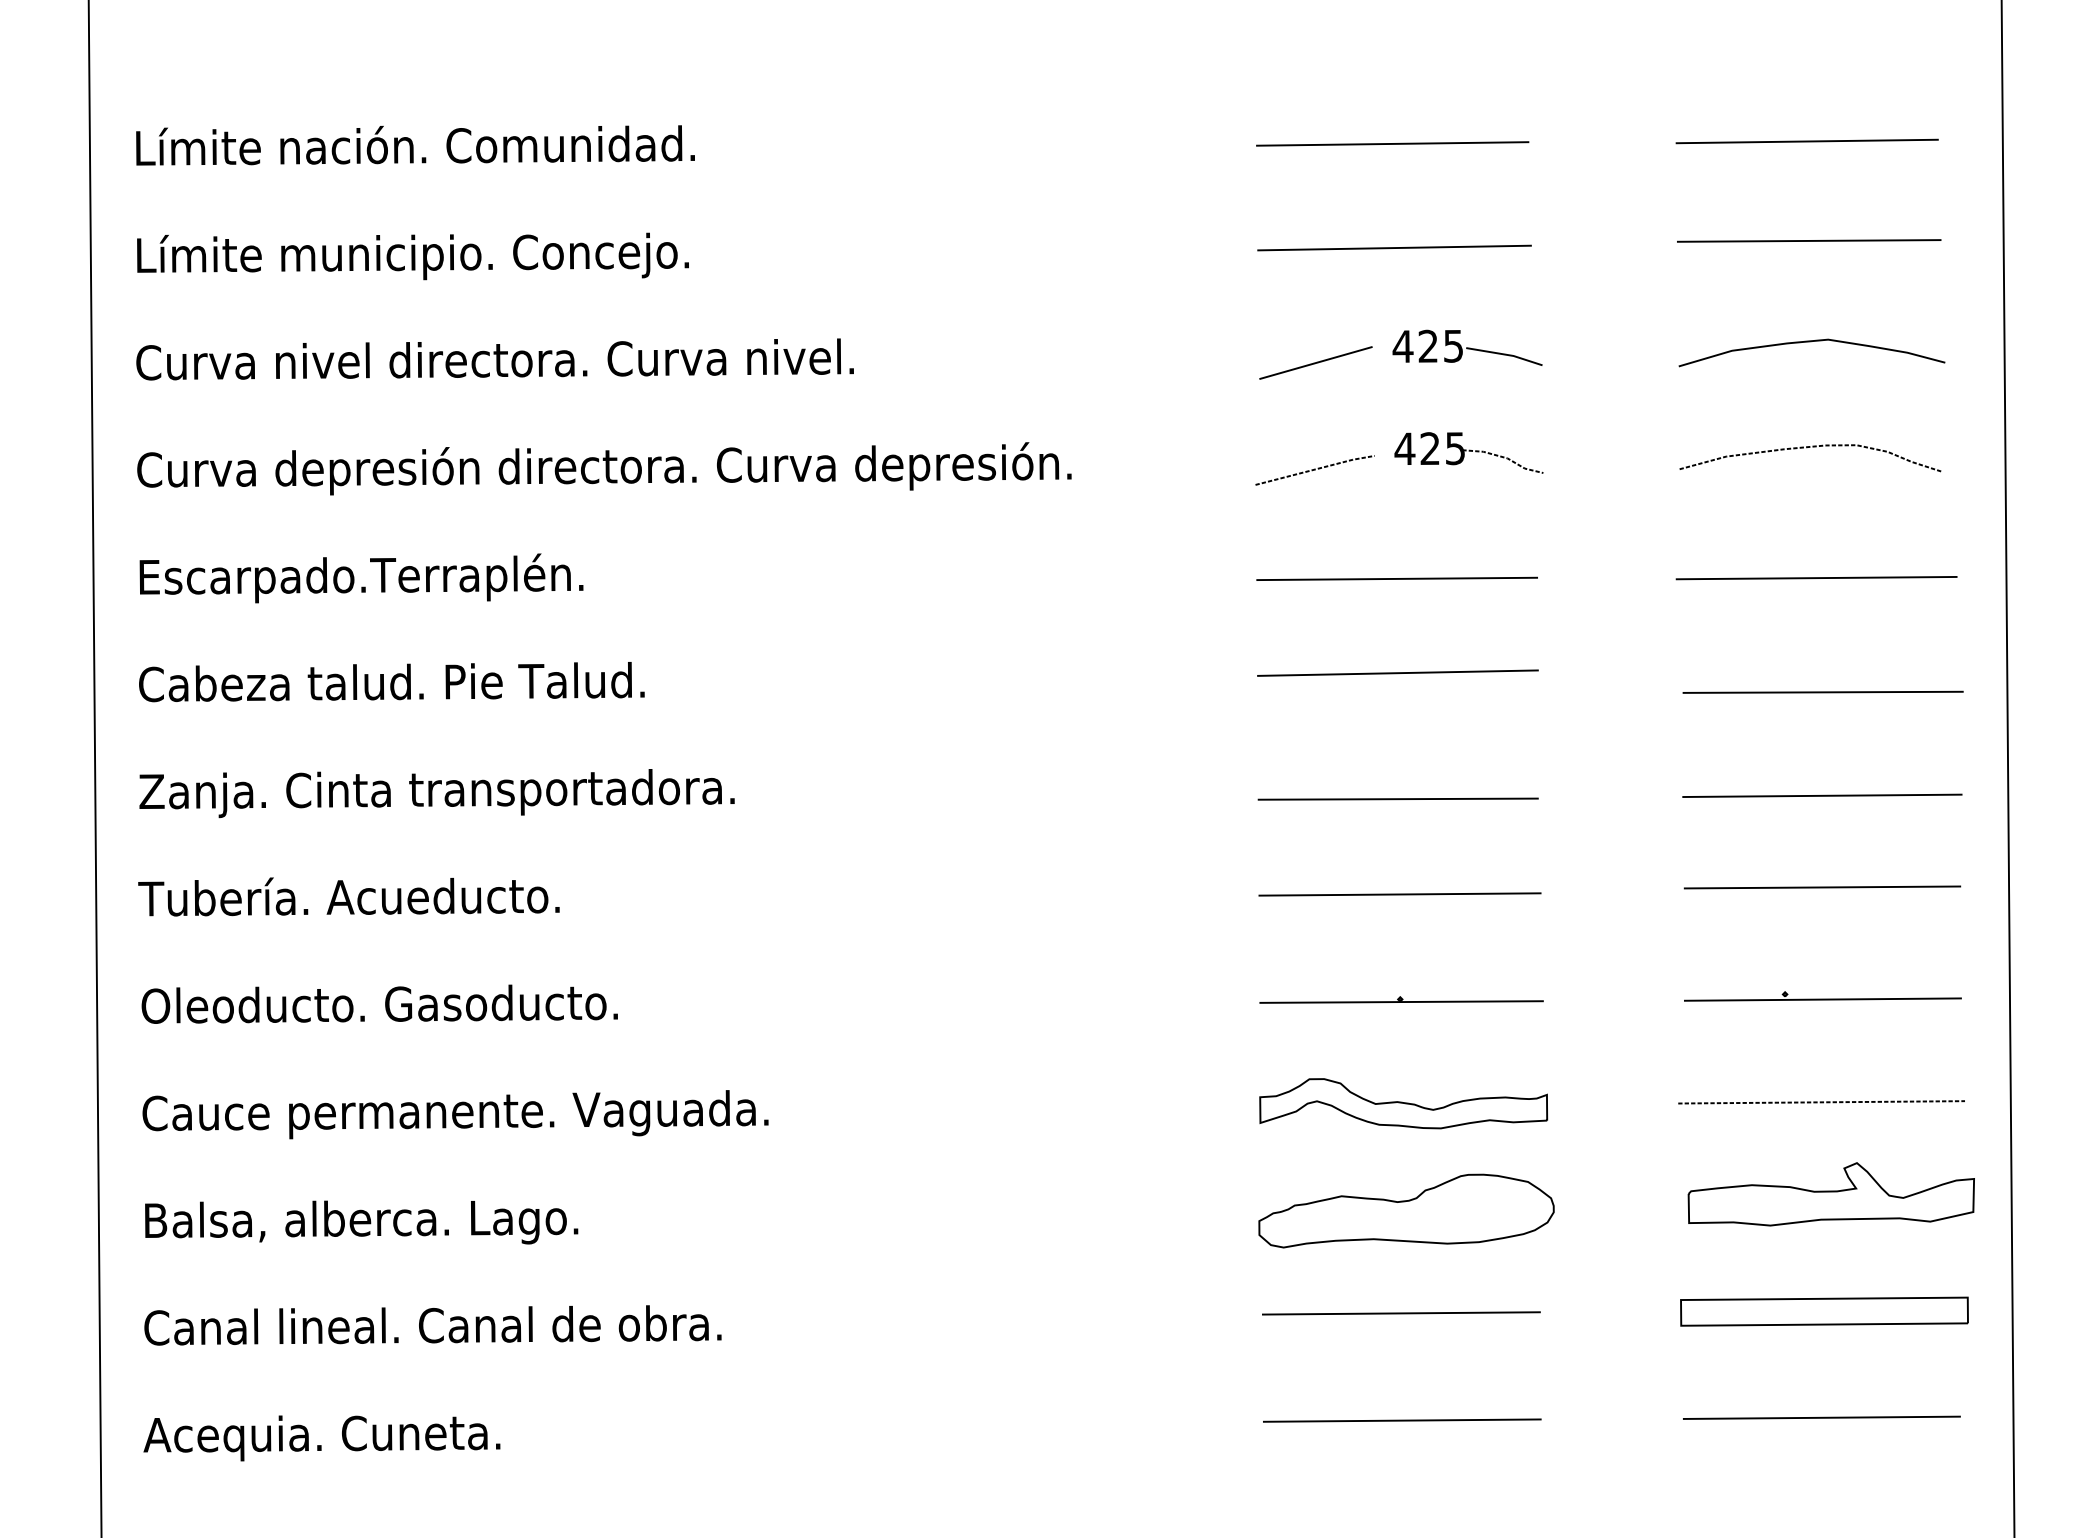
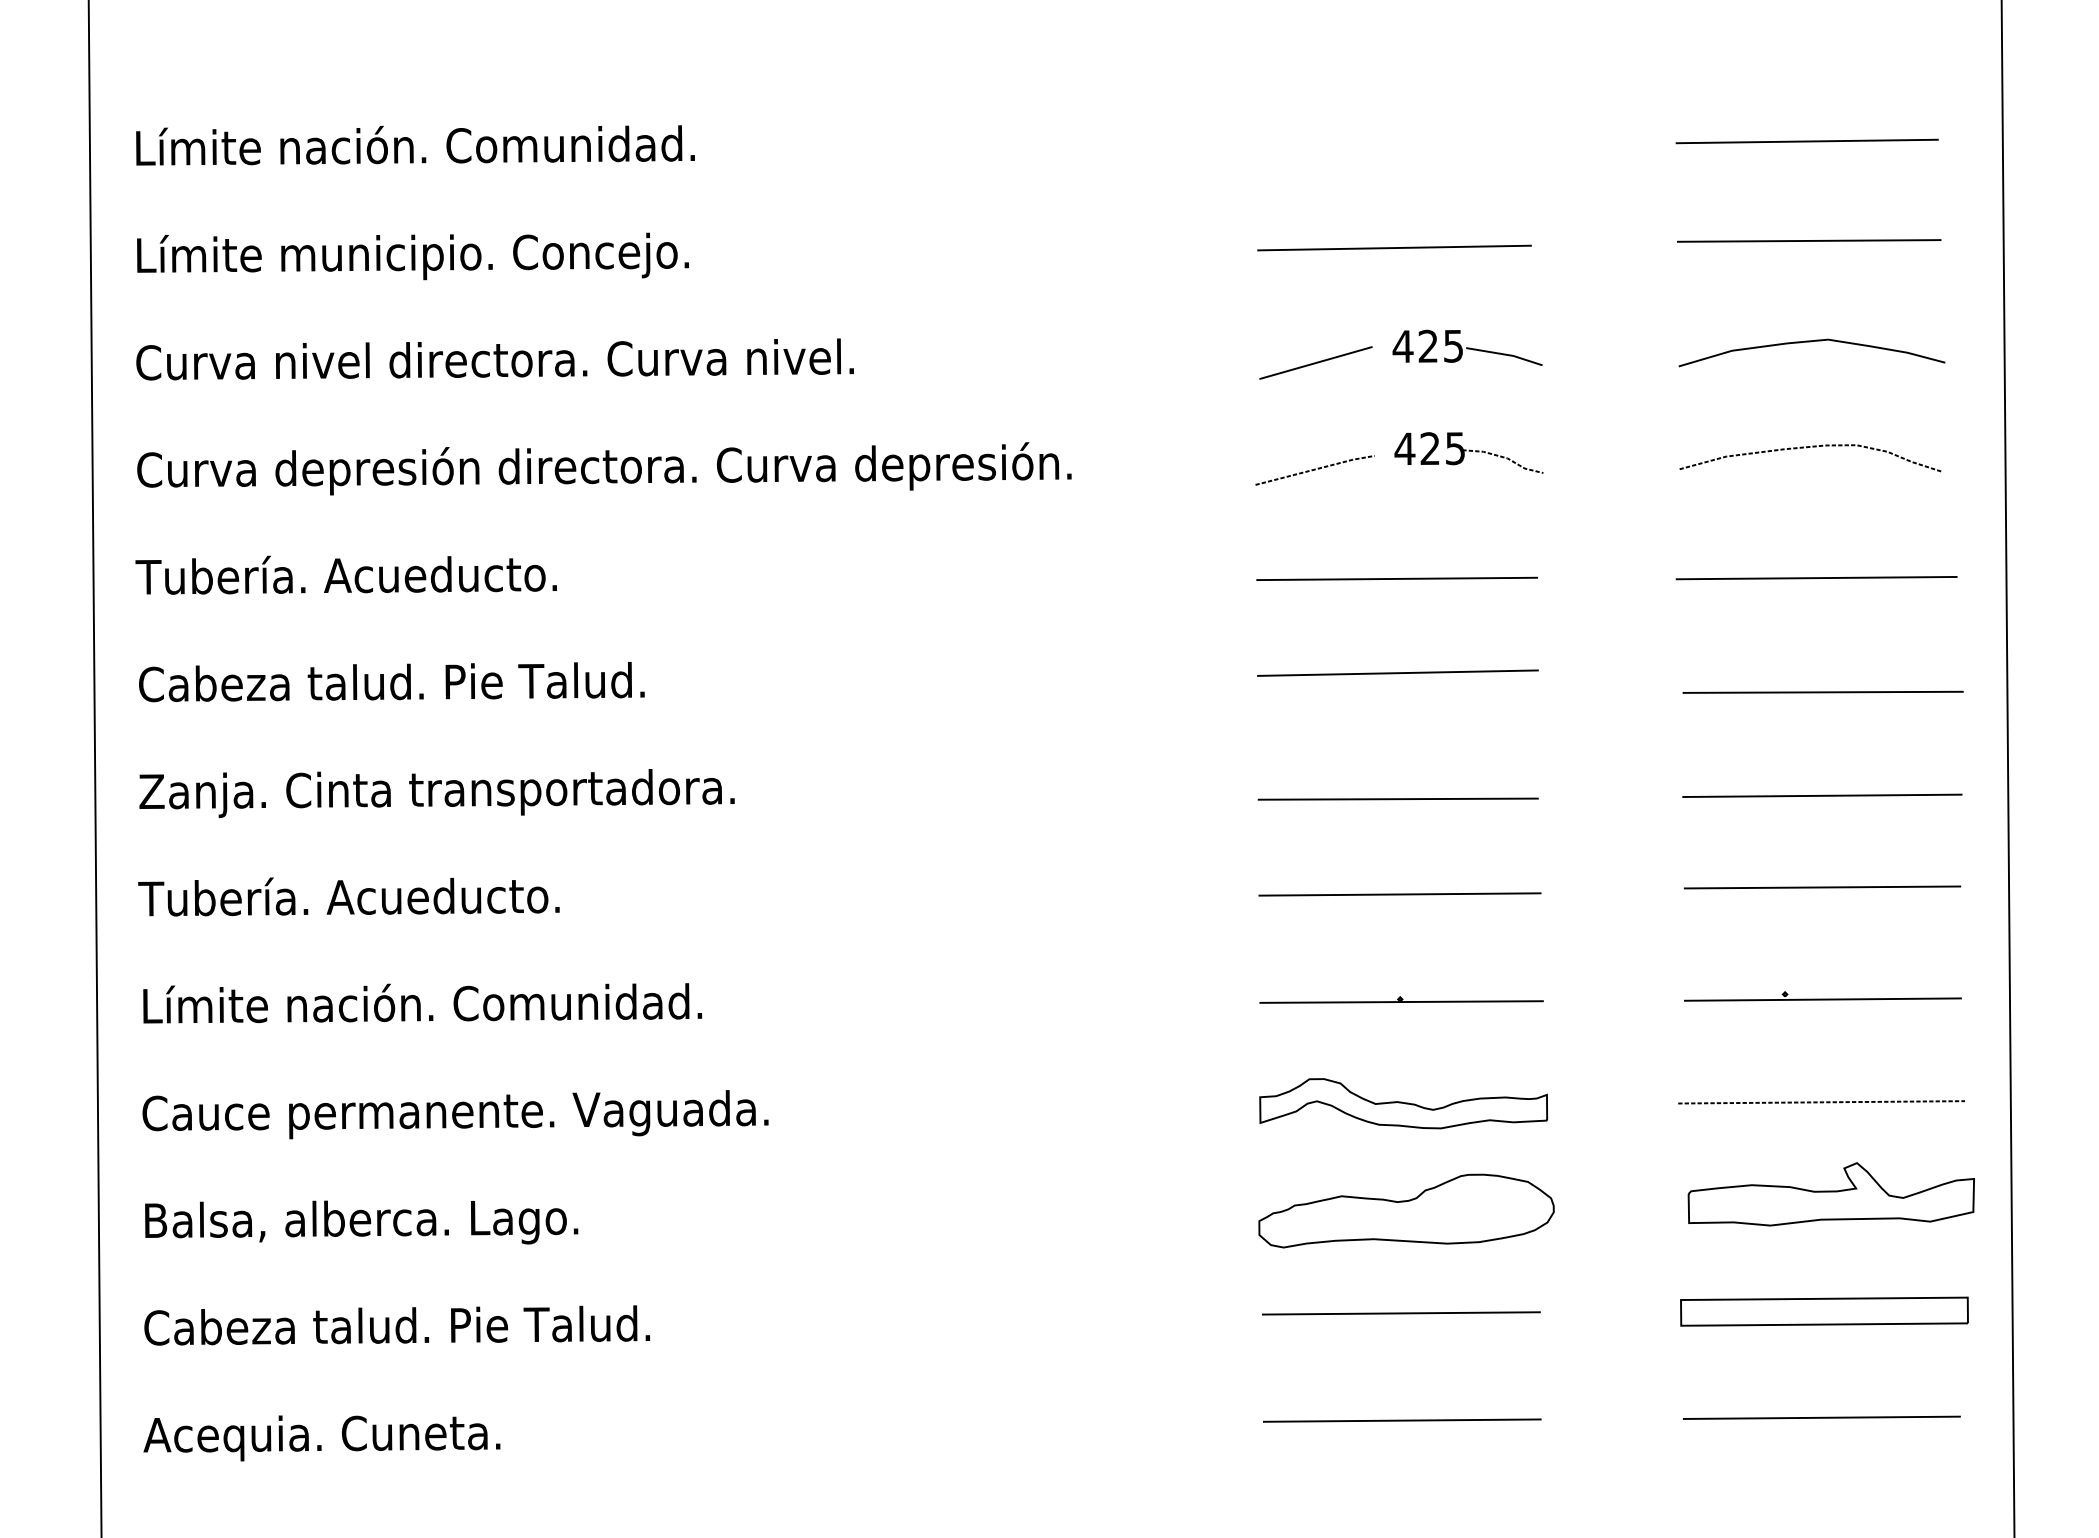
line at (1392, 143): present -> none
text at (359, 578): Escarpado.Terraplén. -> Tubería. Acueducto.
text at (421, 1003): Oleoducto. Gasoducto. -> Límite nación. Comunidad.
text at (461, 1325): Canal lineal. Canal de obra. -> Cabeza talud. Pie Talud.
